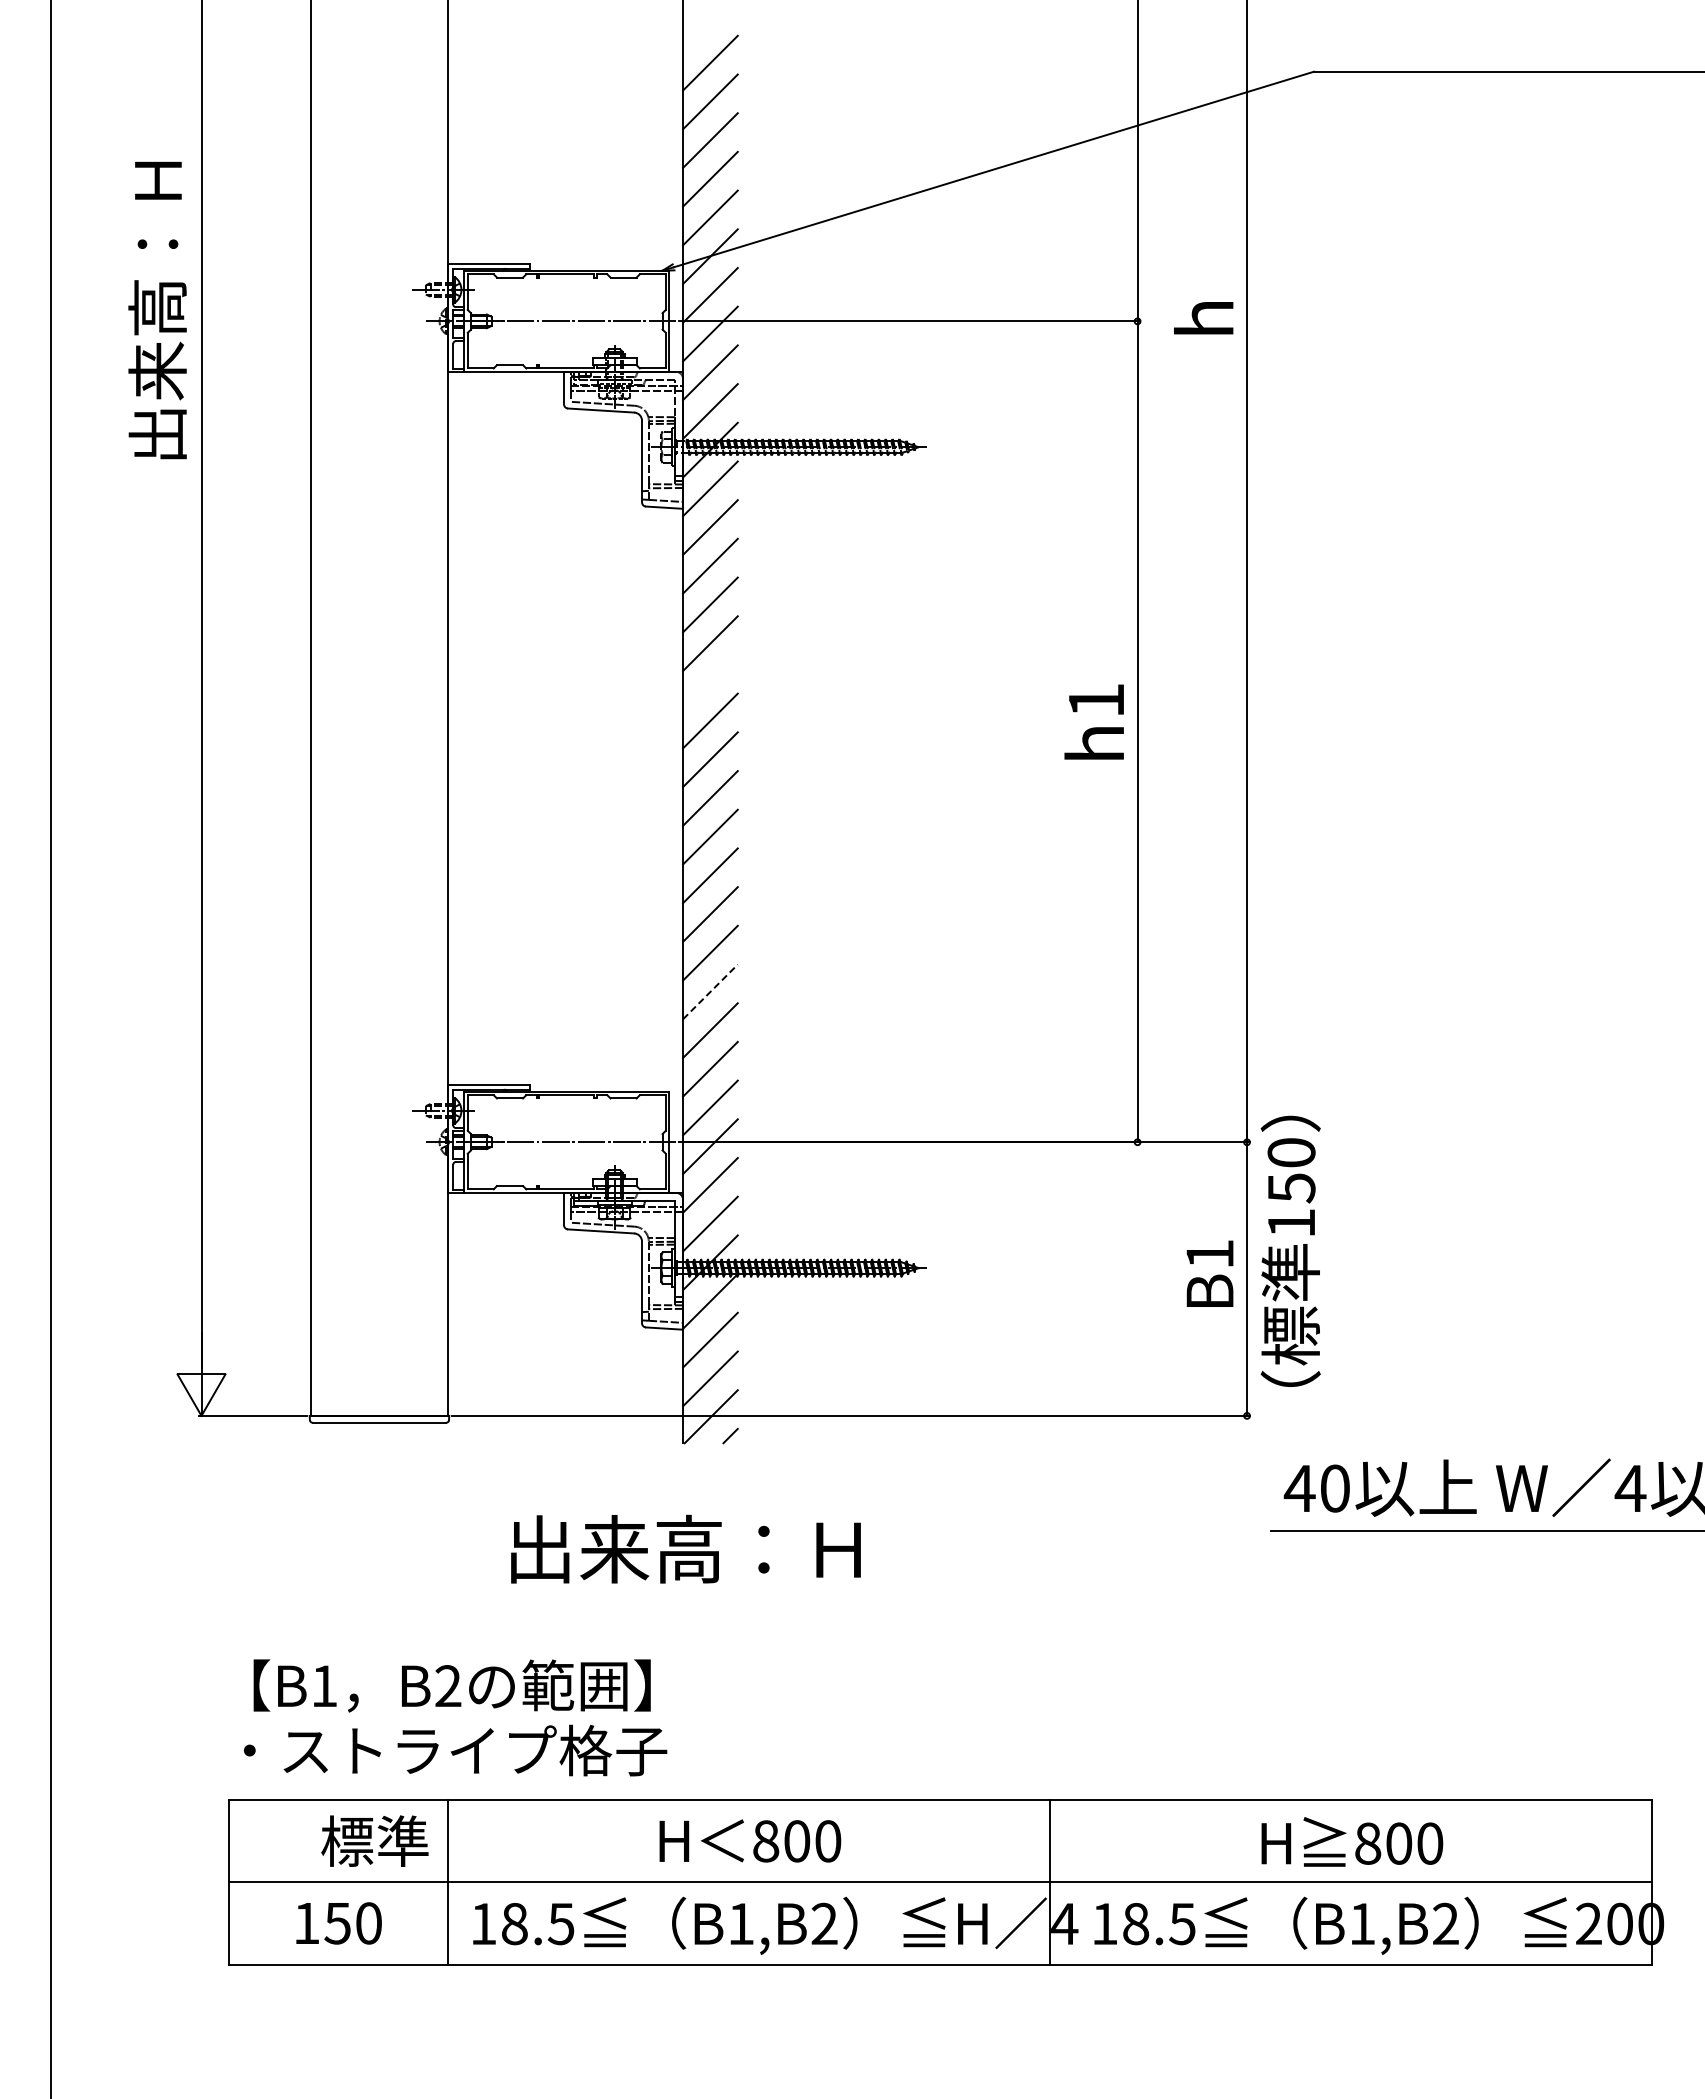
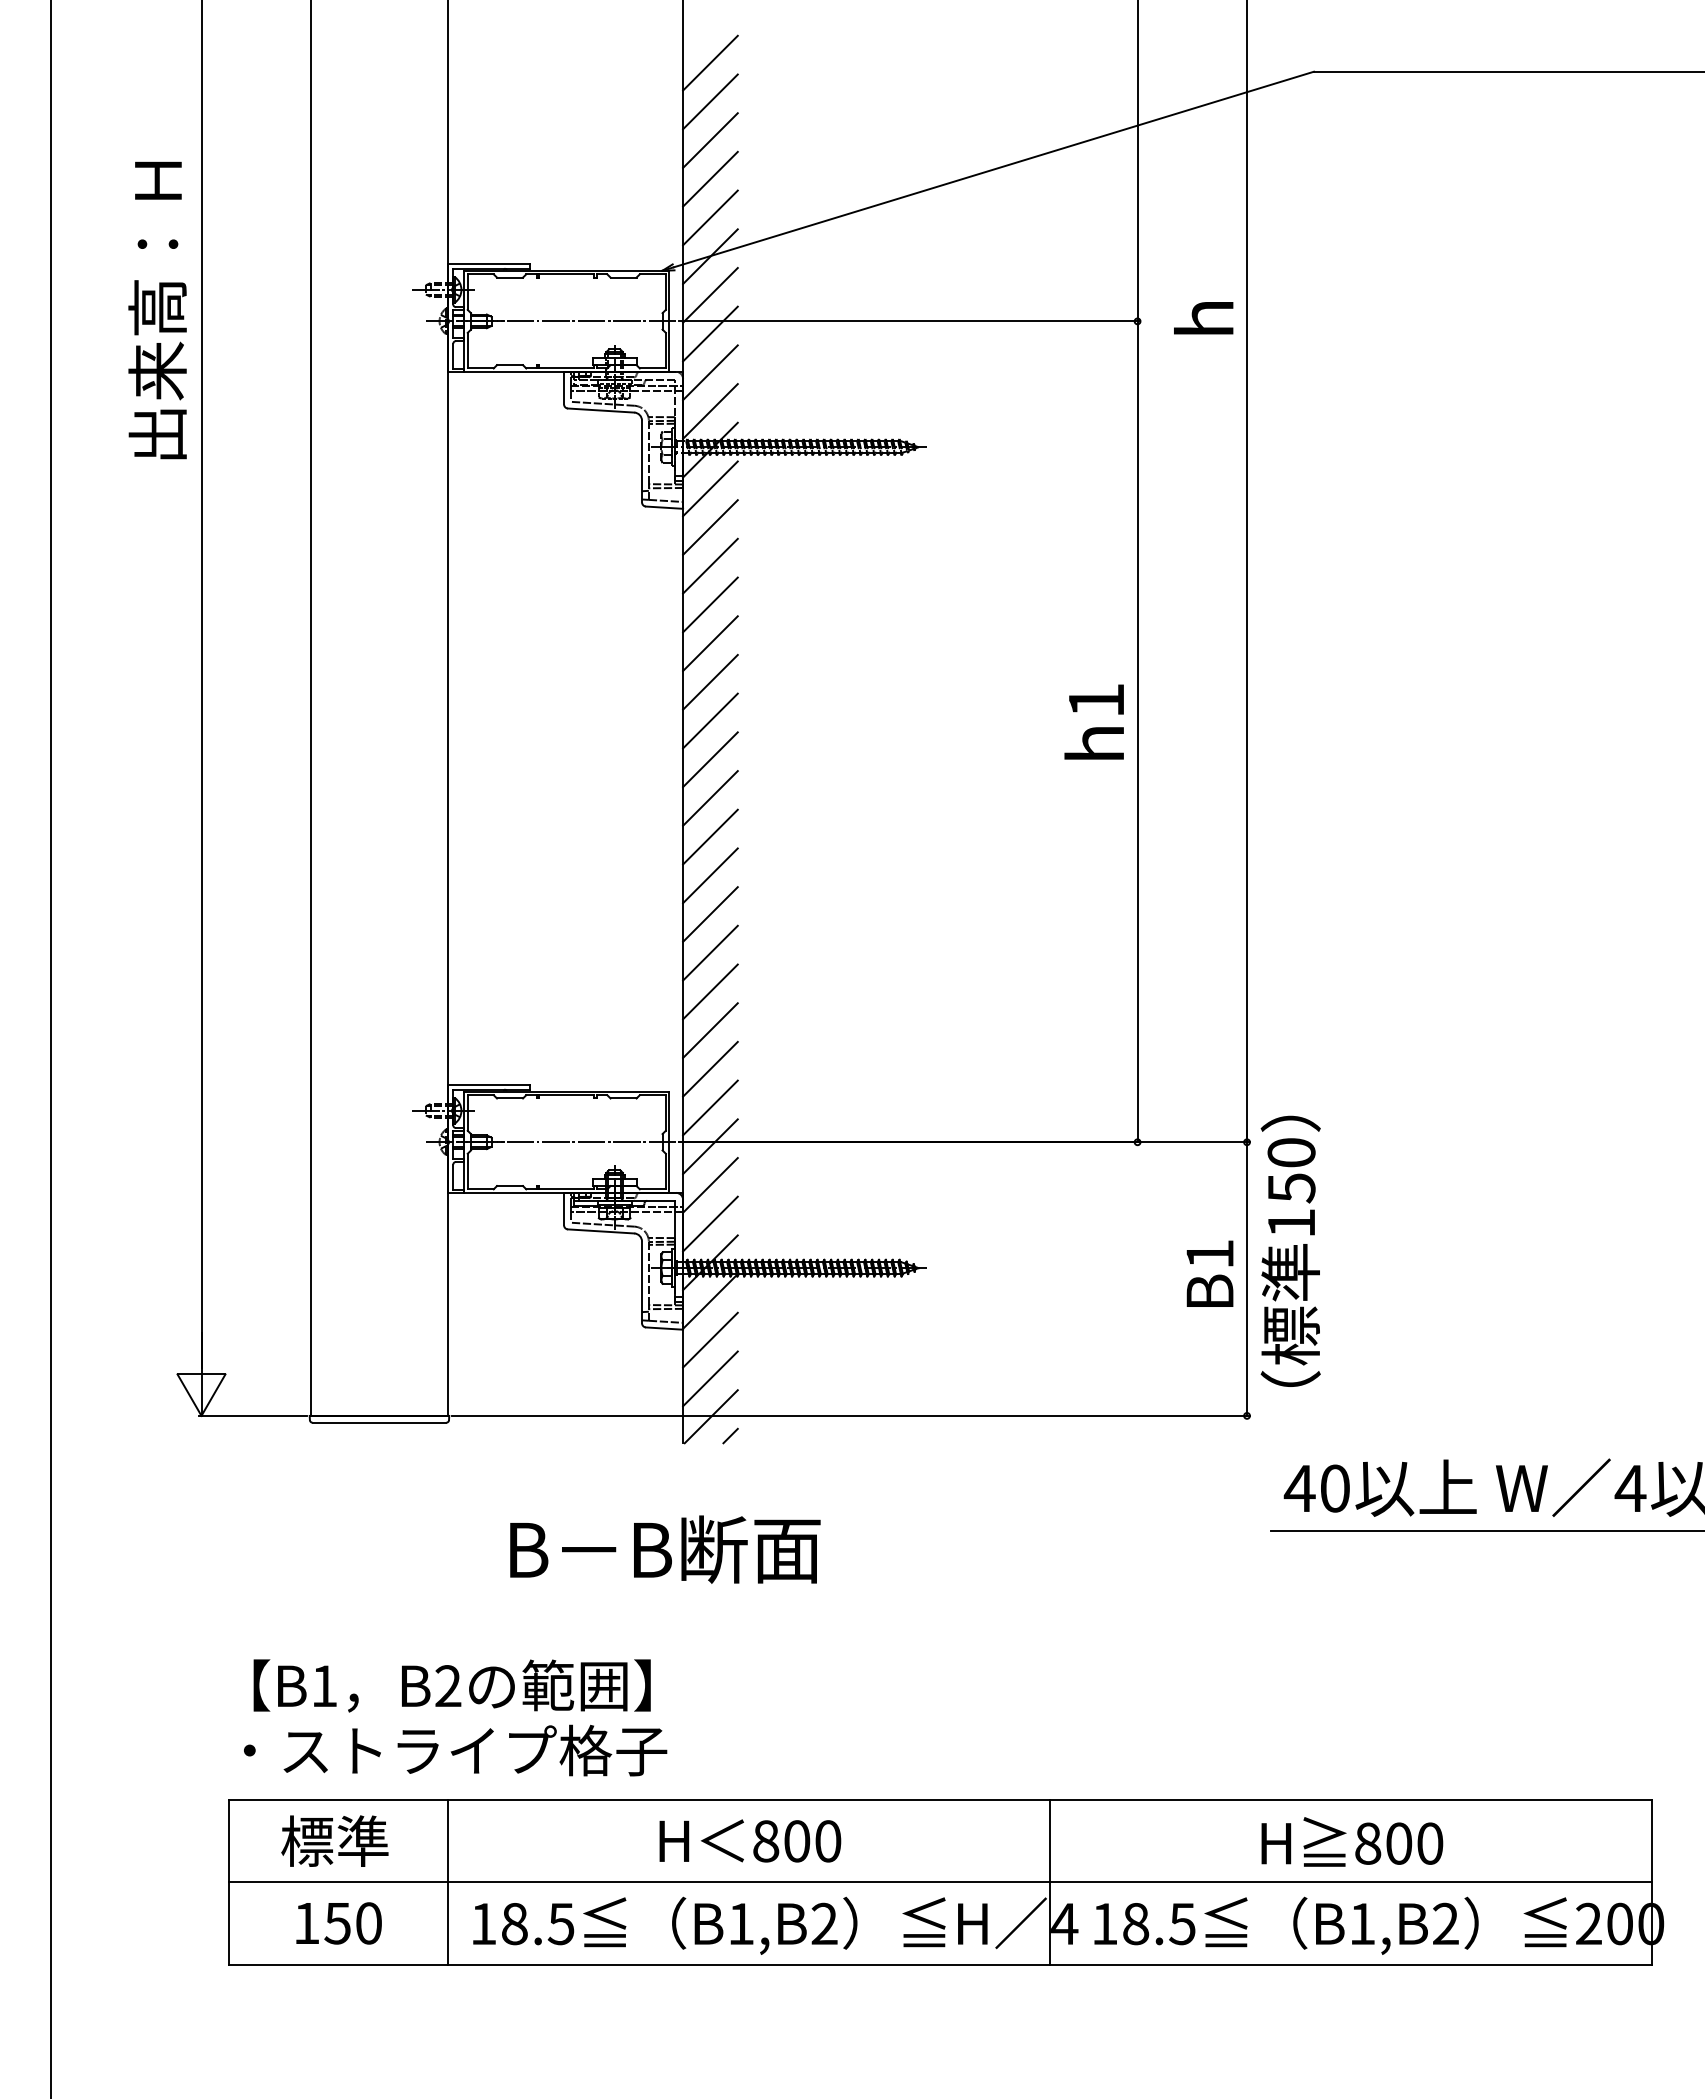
line at (710, 681): none -> present
line at (710, 991): dashed -> solid
text at (685, 1548): 出来高：Ｈ -> B－B断面
text at (374, 1840) position: (374, 1840) -> (334, 1840)
